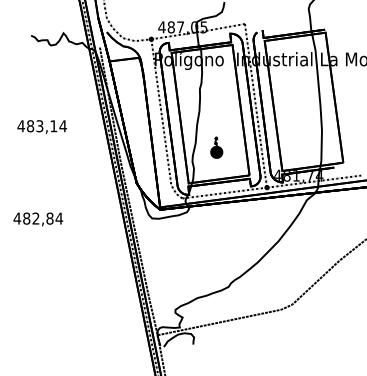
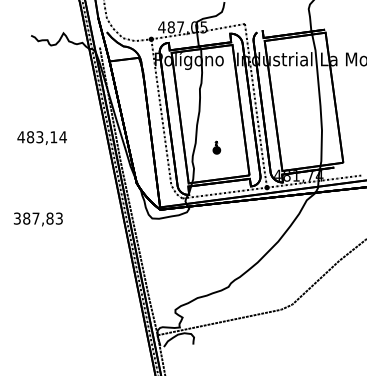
text at (41, 126) position: (41, 126) -> (41, 137)
part at (216, 147) size: 14x23 px -> 10x15 px
text at (38, 218): 482,84 -> 387,83
